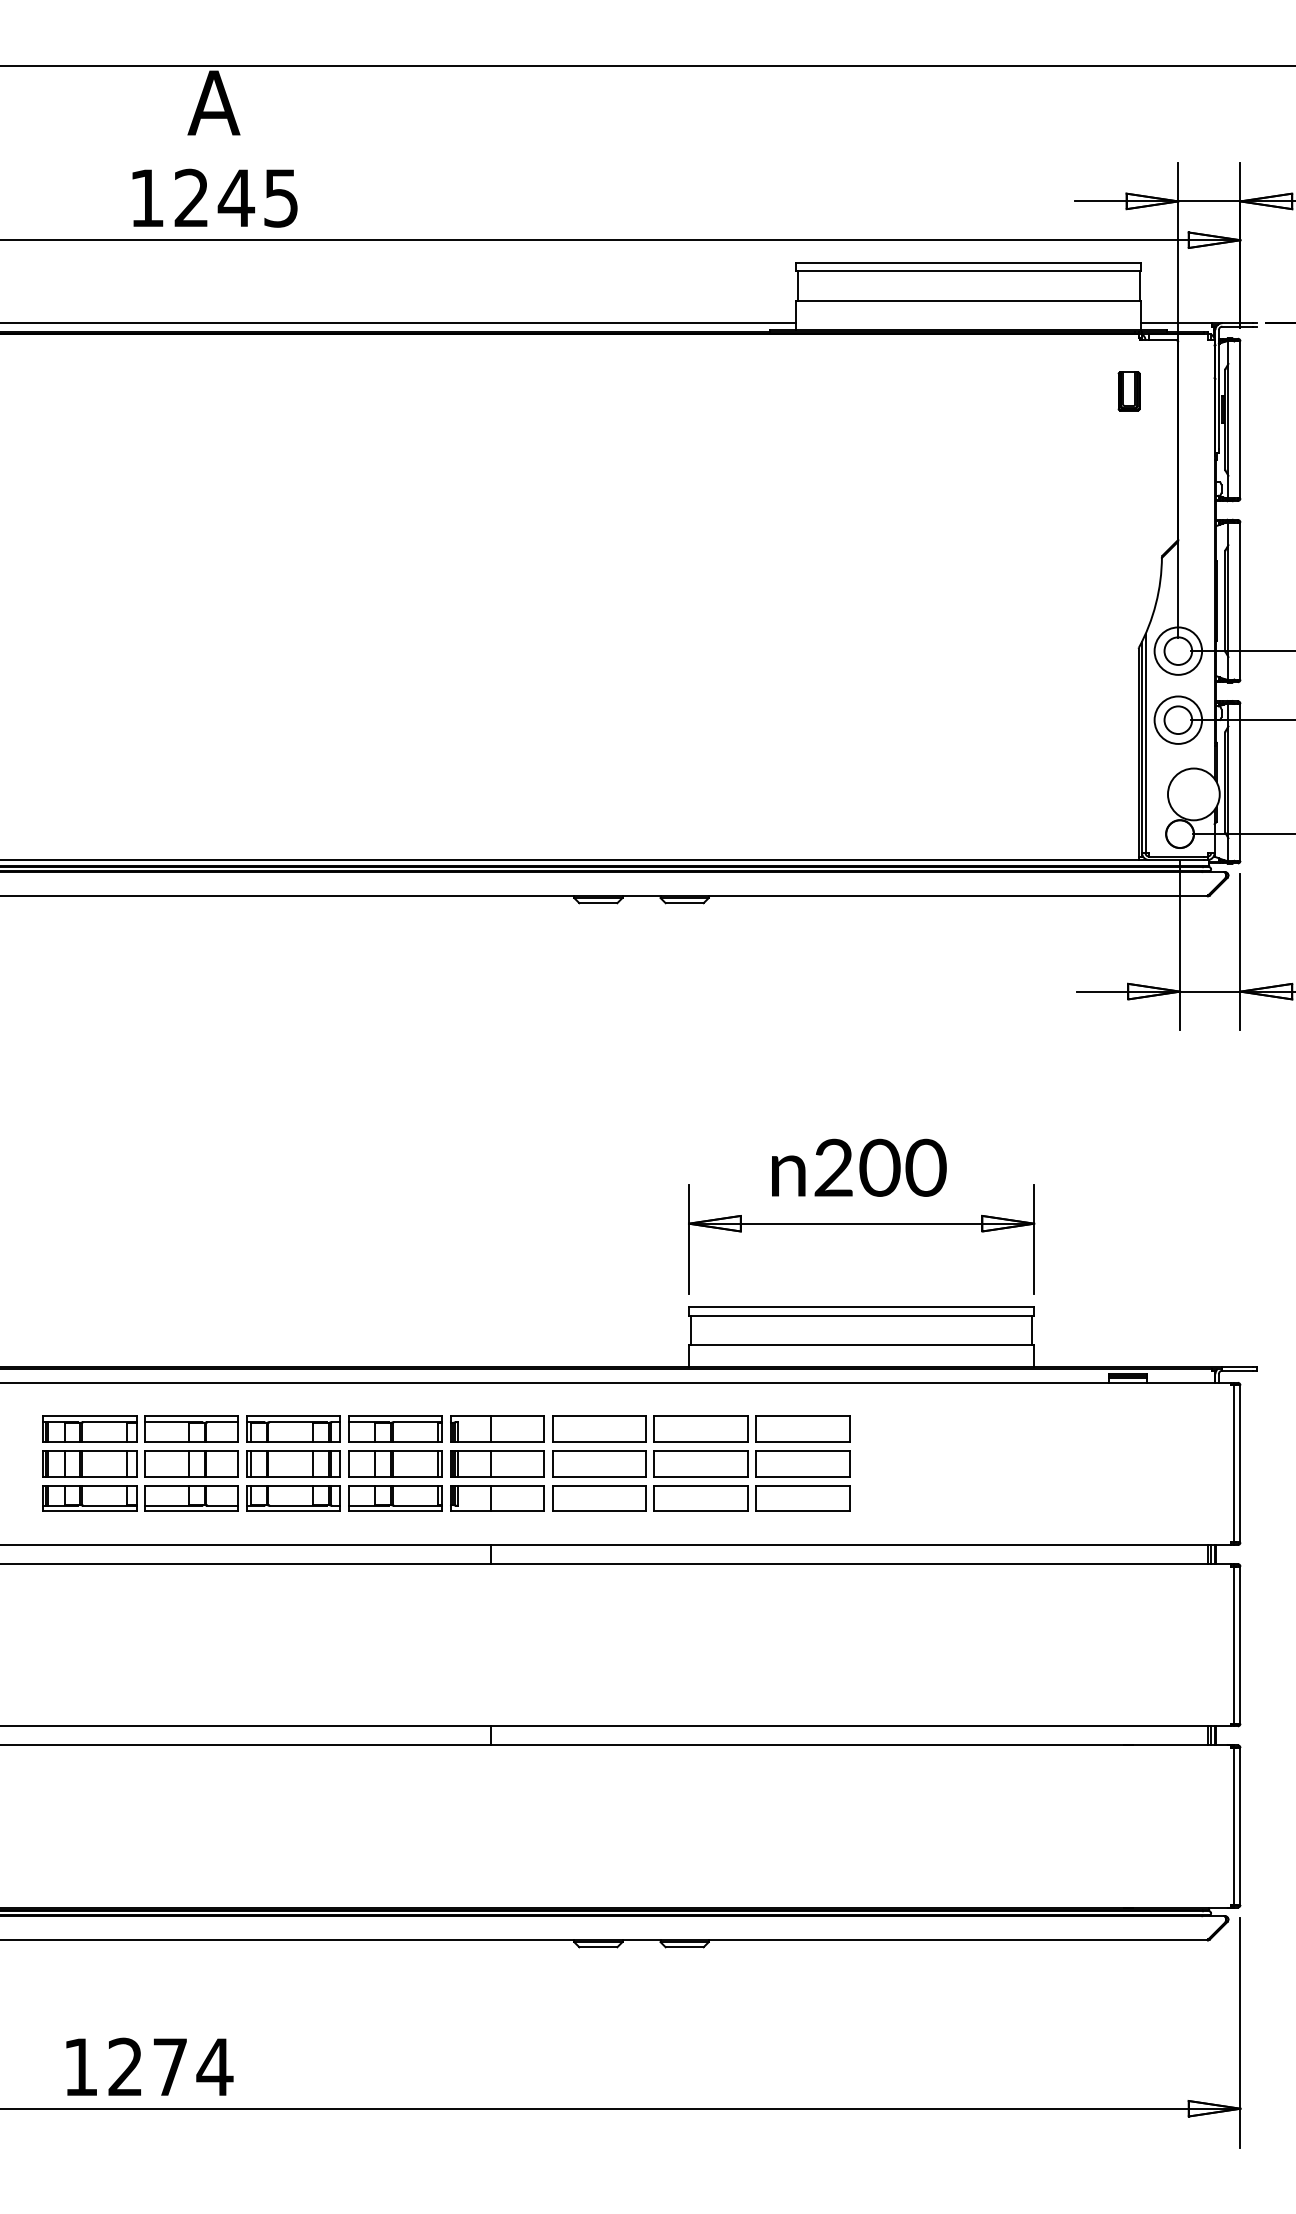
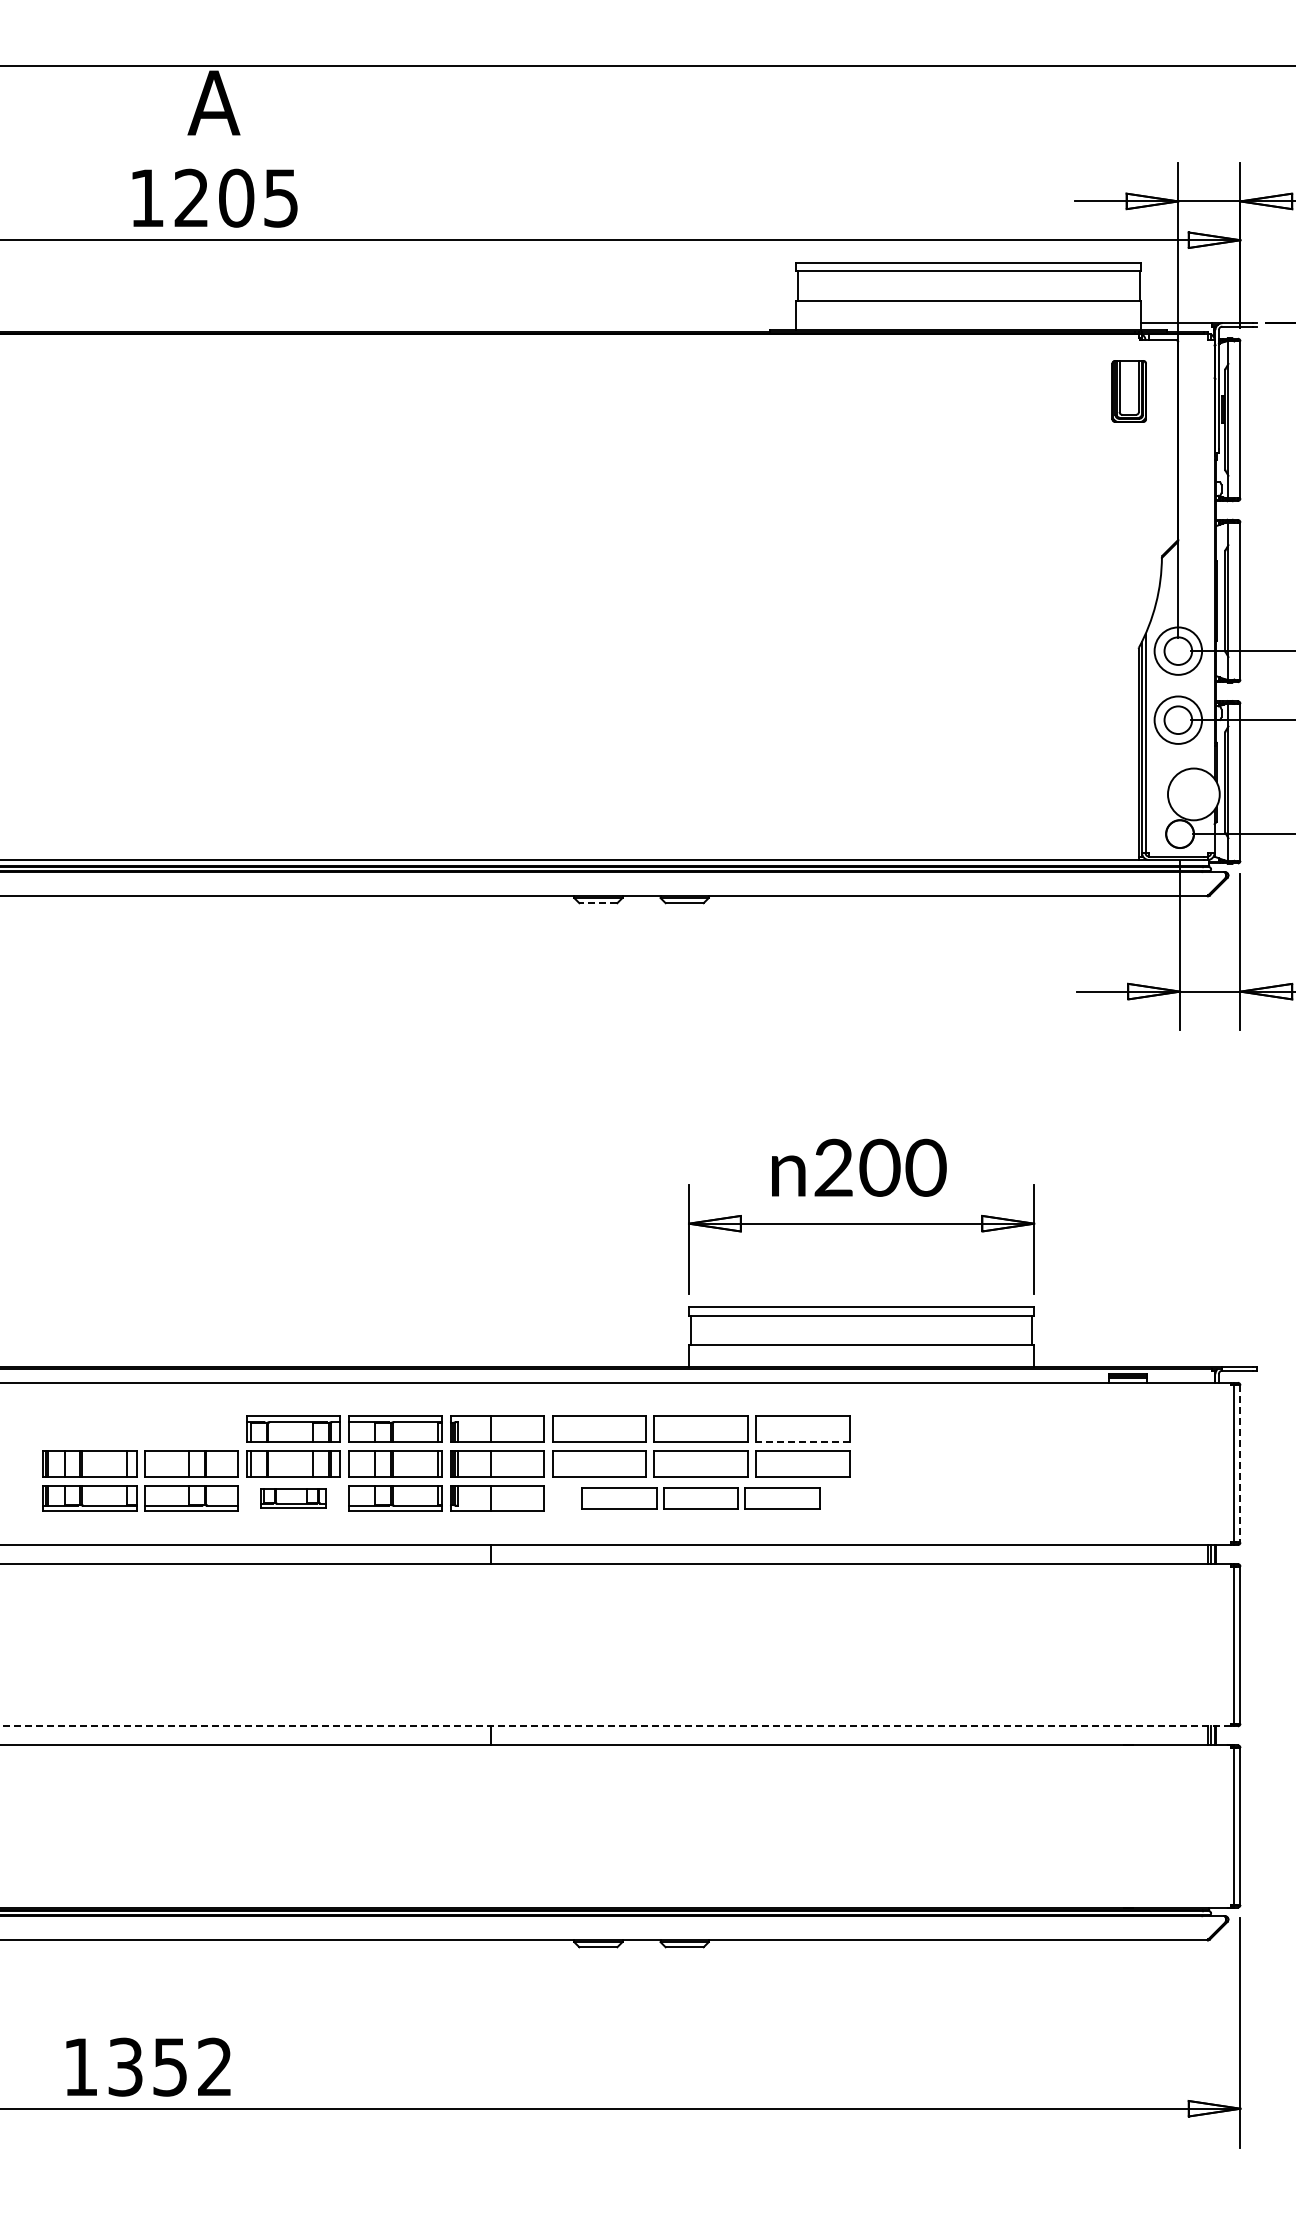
text at (236, 197): 1245 -> 1205
line at (399, 323): present -> none
part at (1128, 391) size: 24x41 px -> 36x63 px
line at (598, 903): solid -> dashed
part at (140, 1428): present -> none
line at (802, 1442): solid -> dashed
line at (1240, 1463): solid -> dashed
part at (293, 1498) size: 95x27 px -> 67x21 px
part at (701, 1498) size: 299x27 px -> 240x23 px
line at (615, 1726): solid -> dashed
text at (170, 2066): 1274 -> 1352
